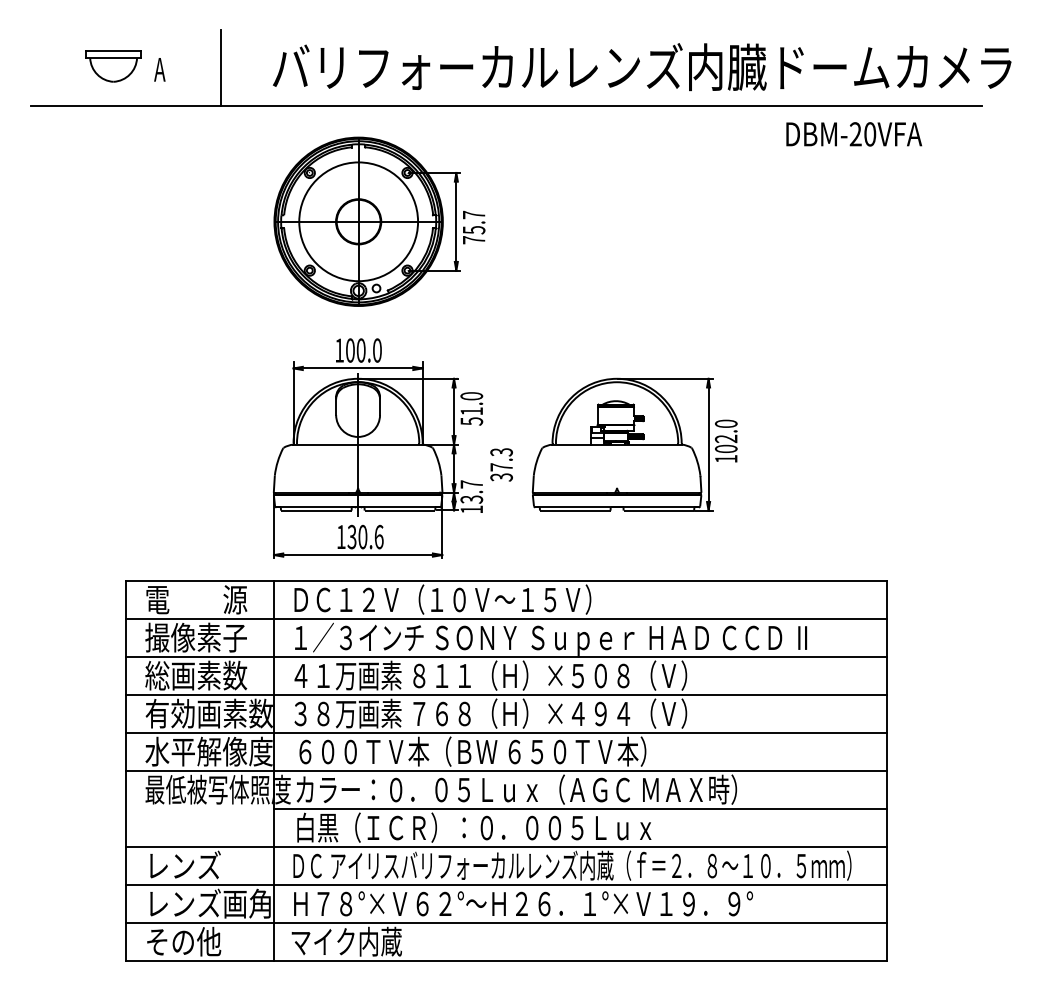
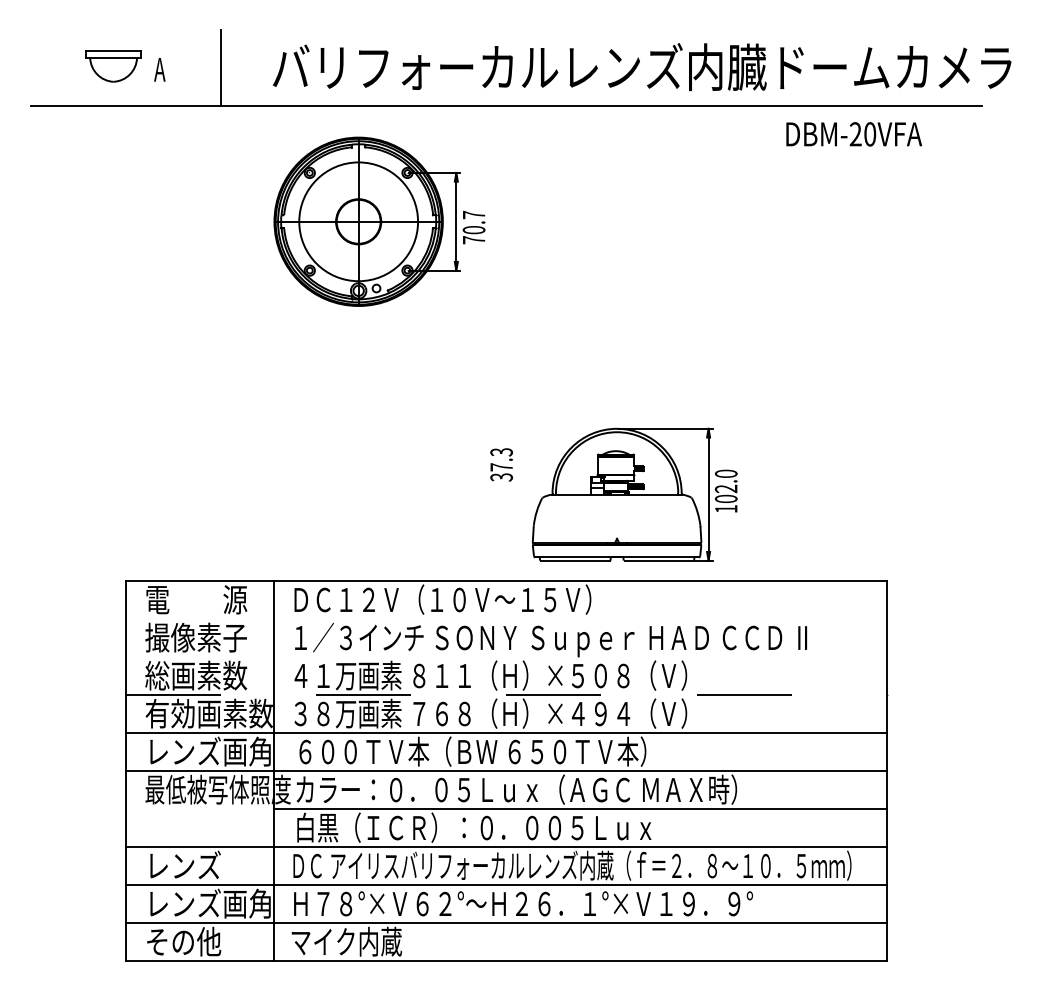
text at (473, 230): 75.7 -> 70.7
part at (634, 444) position: (634, 444) -> (634, 494)
part at (378, 448): present -> none
line at (506, 619): present -> none
line at (506, 657): present -> none
line at (506, 695): solid -> dashed
text at (208, 751): 水平解像度 -> レンズ画角
